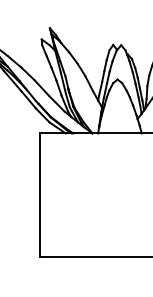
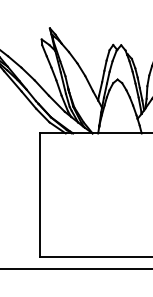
line at (75, 268): none -> present
